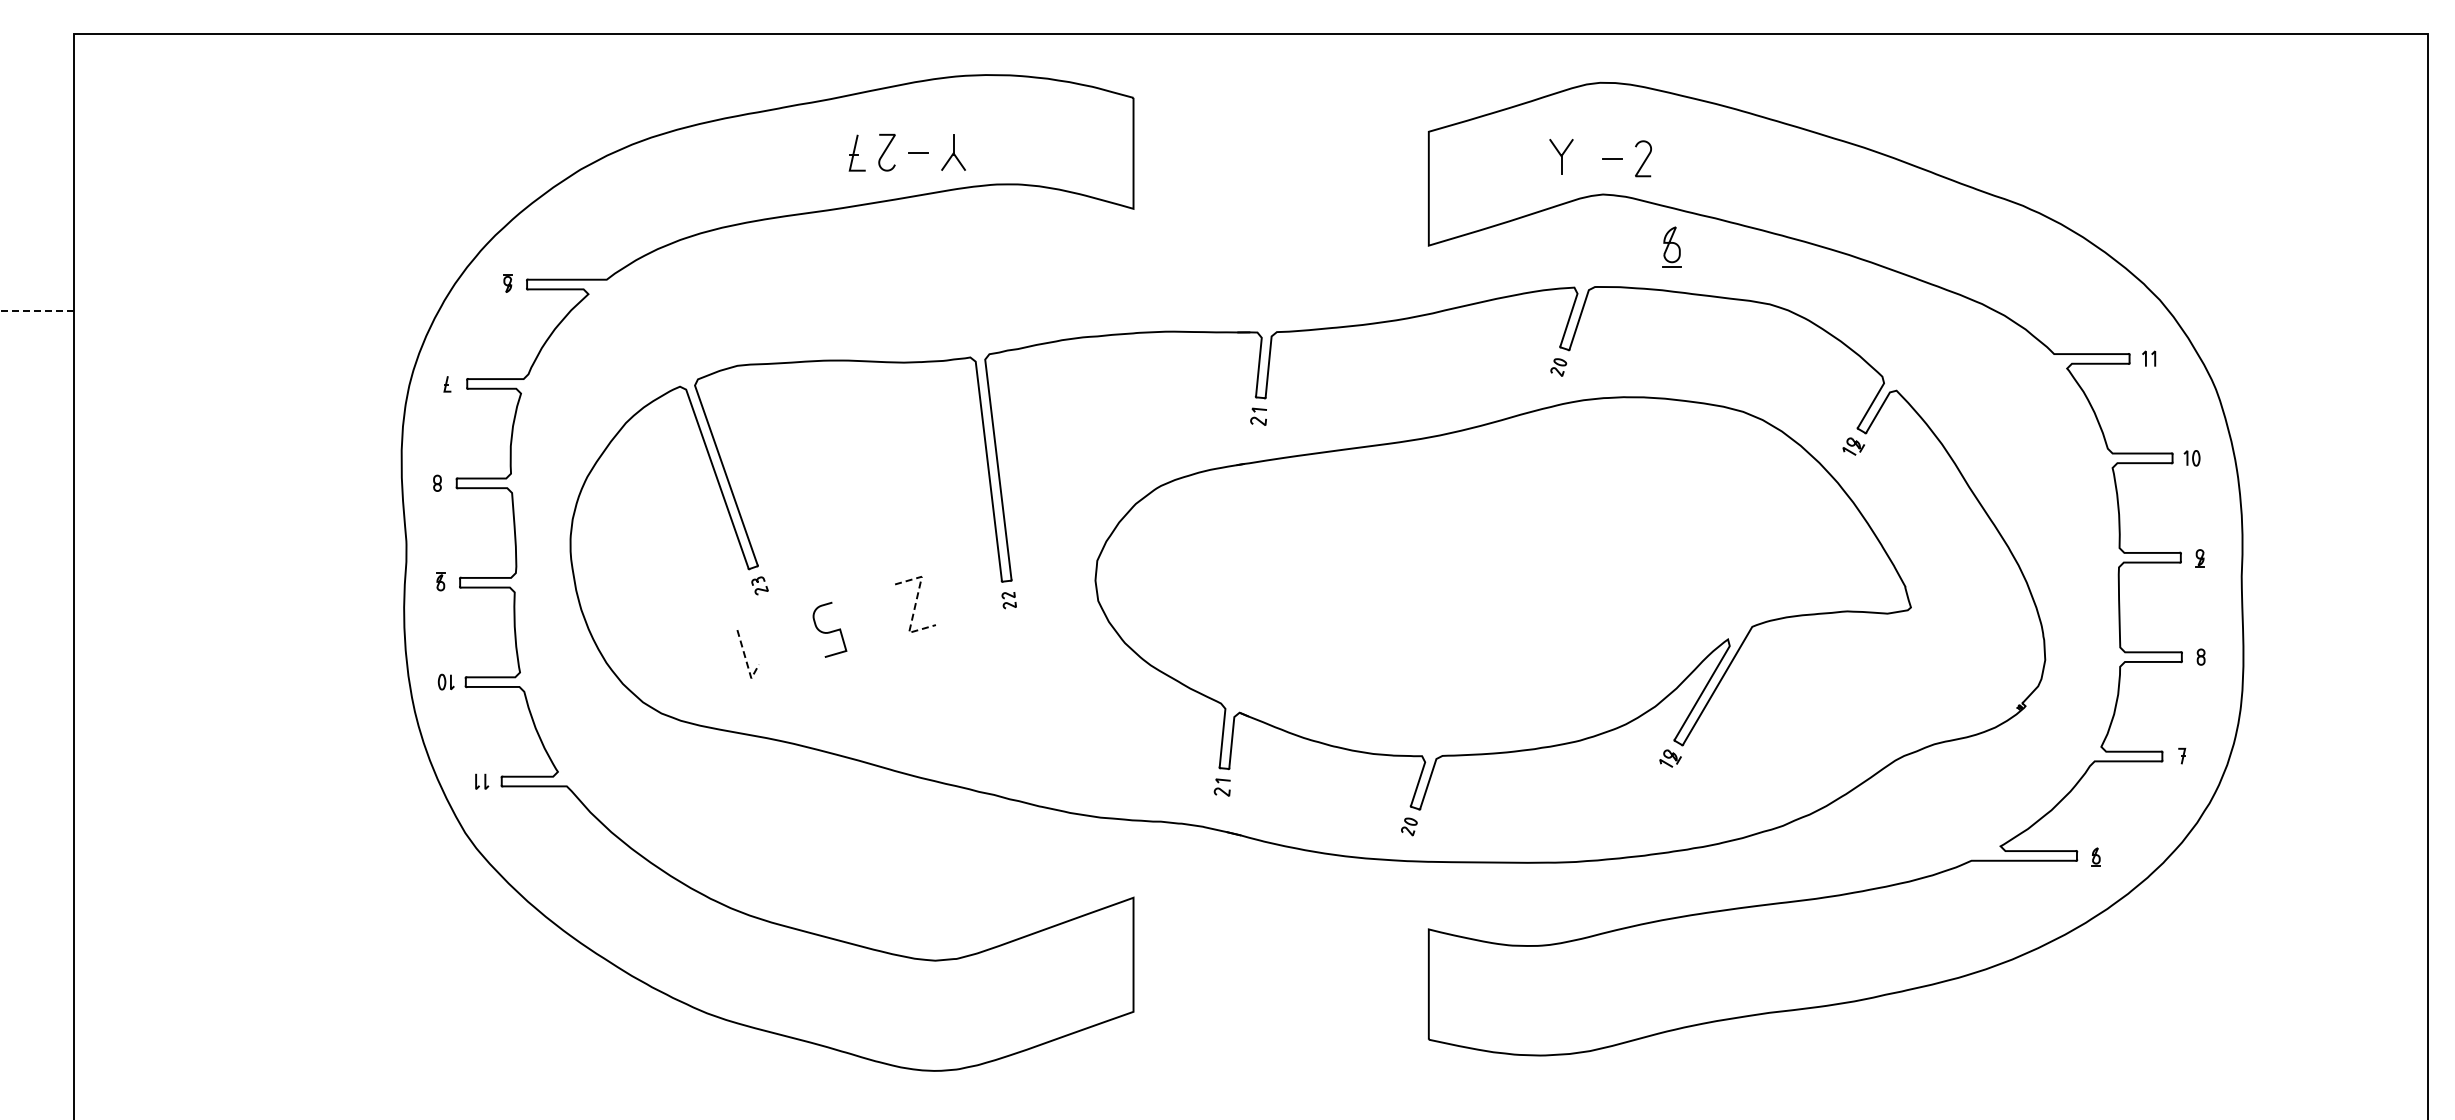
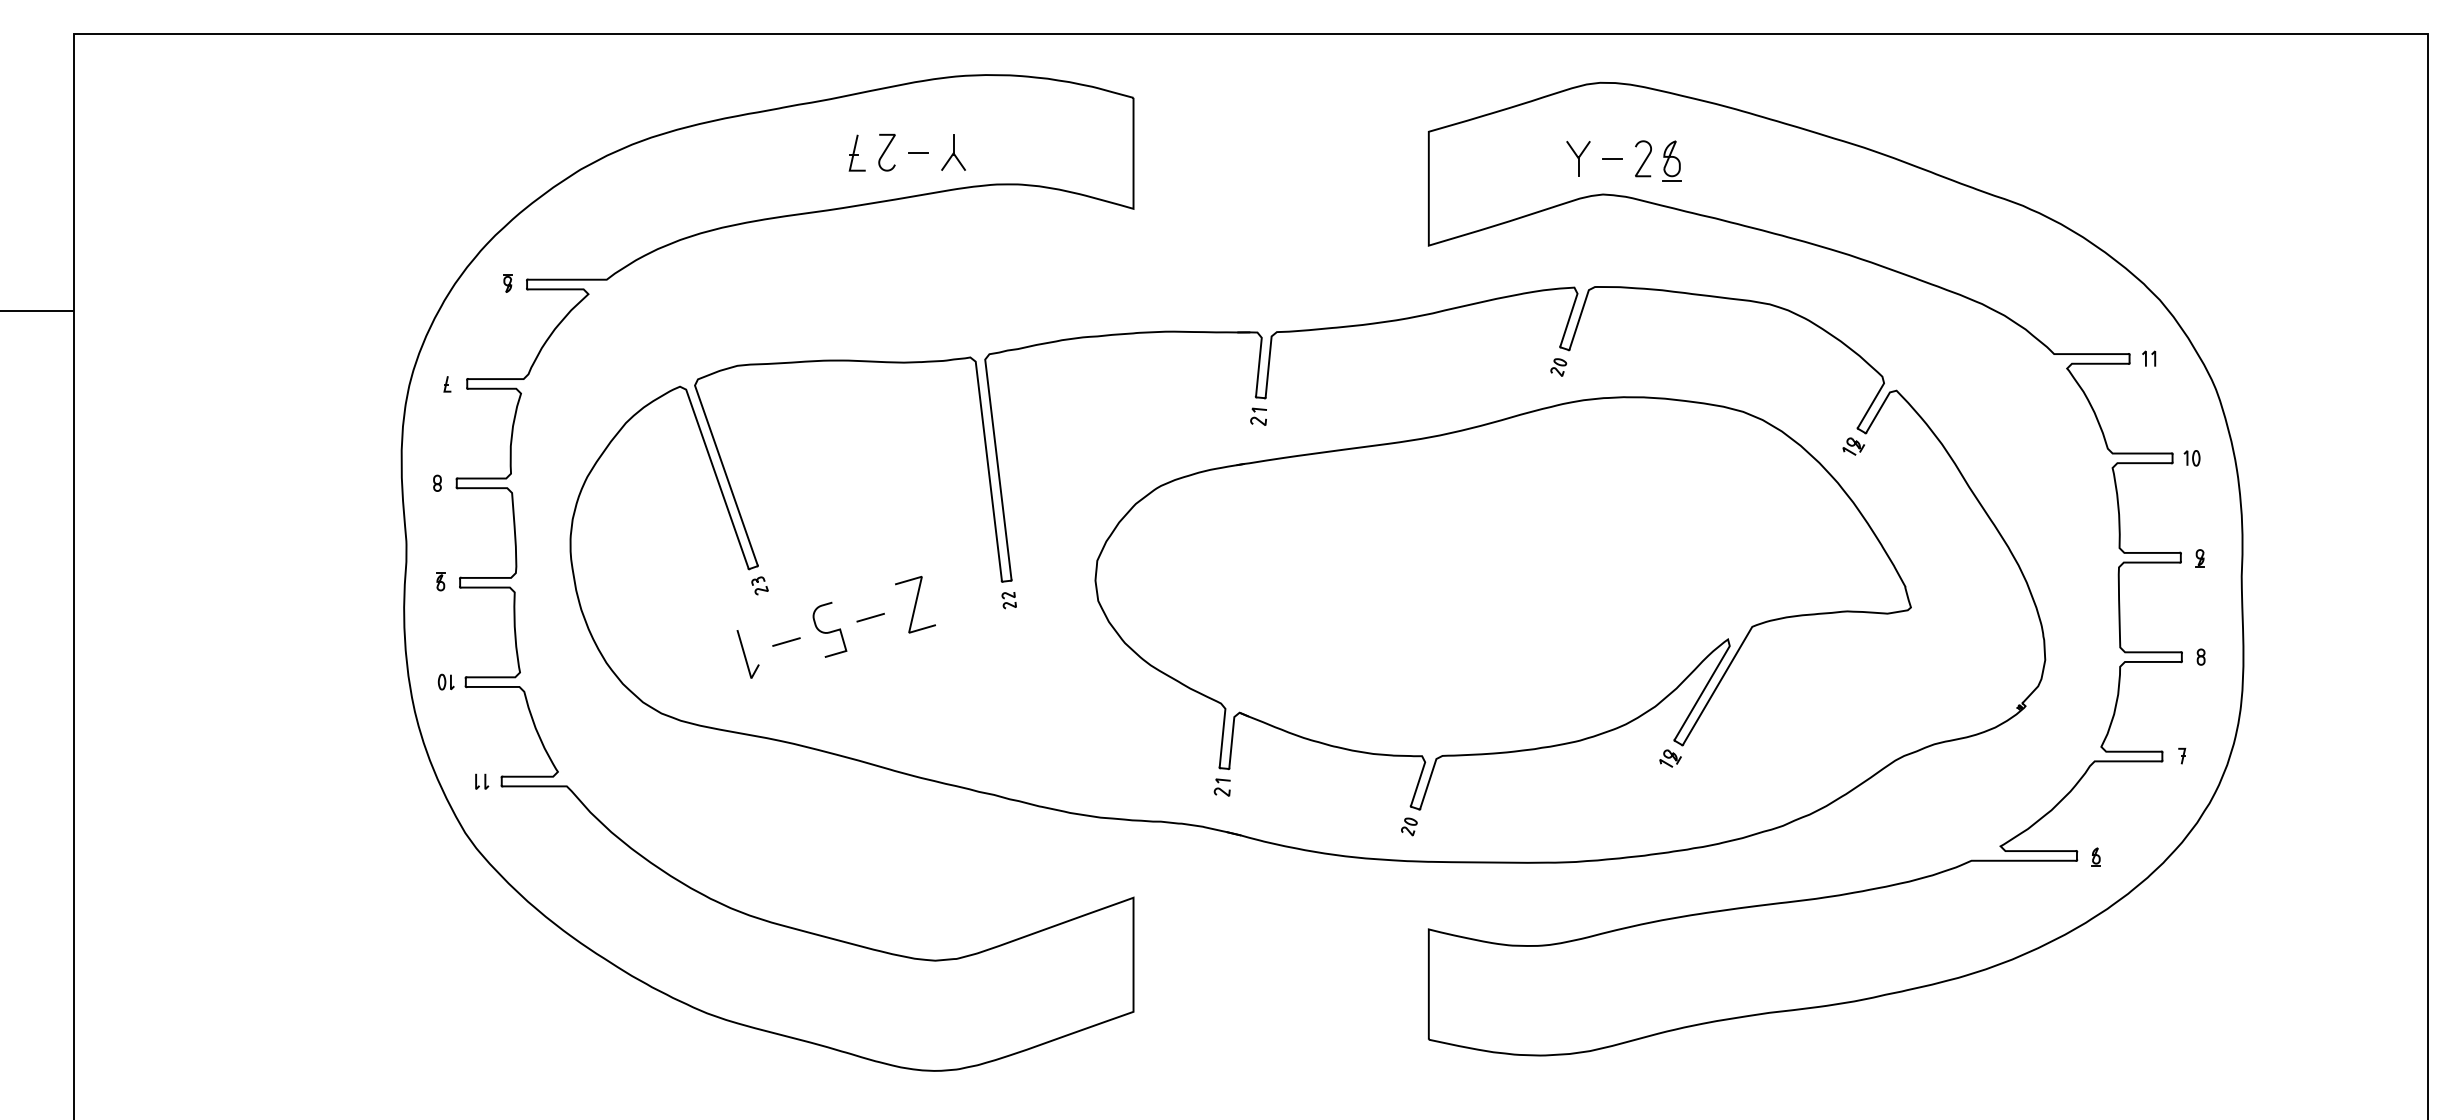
part at (1561, 156) position: (1561, 156) -> (1578, 158)
part at (1671, 246) position: (1671, 246) -> (1671, 160)
line at (37, 310): dashed -> solid
line at (915, 604): dashed -> solid
line at (870, 617): none -> present
line at (786, 641): none -> present
line at (746, 662): dashed -> solid
